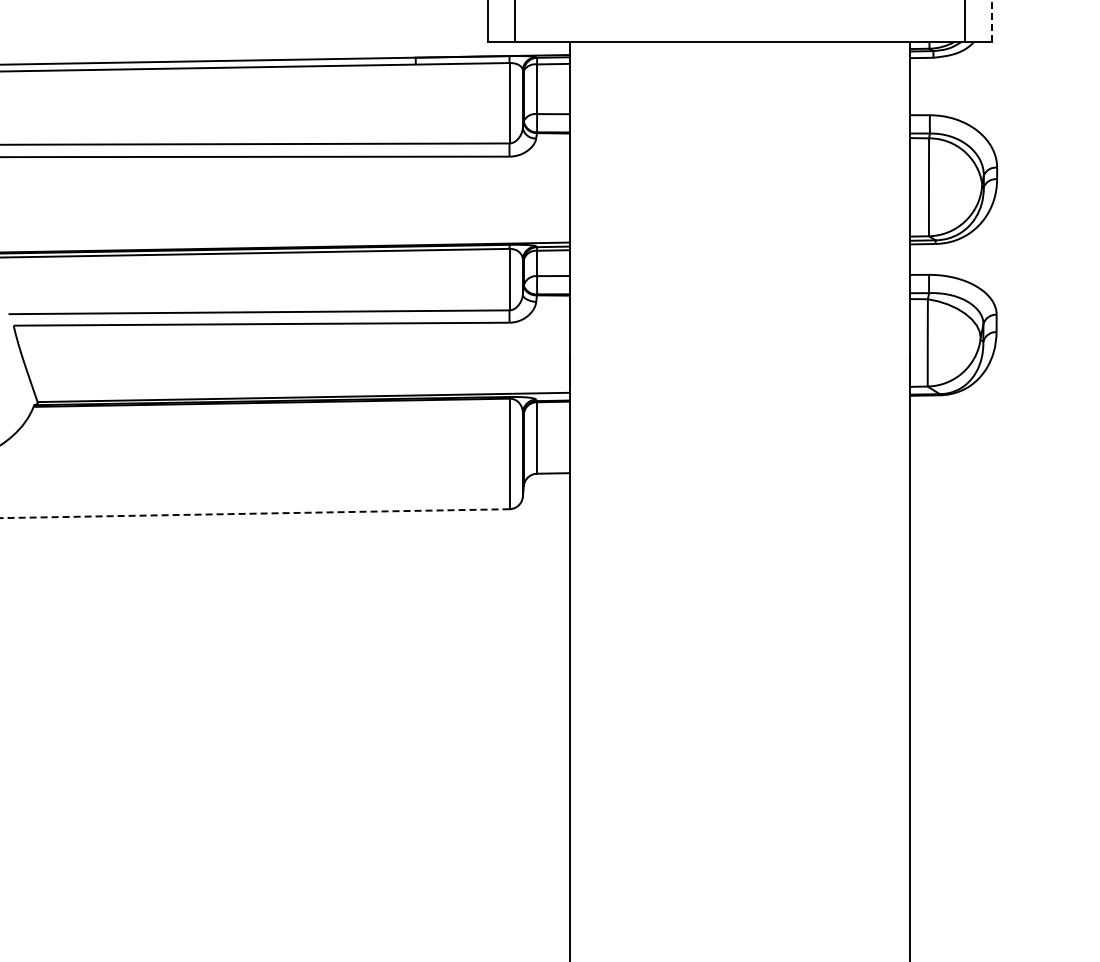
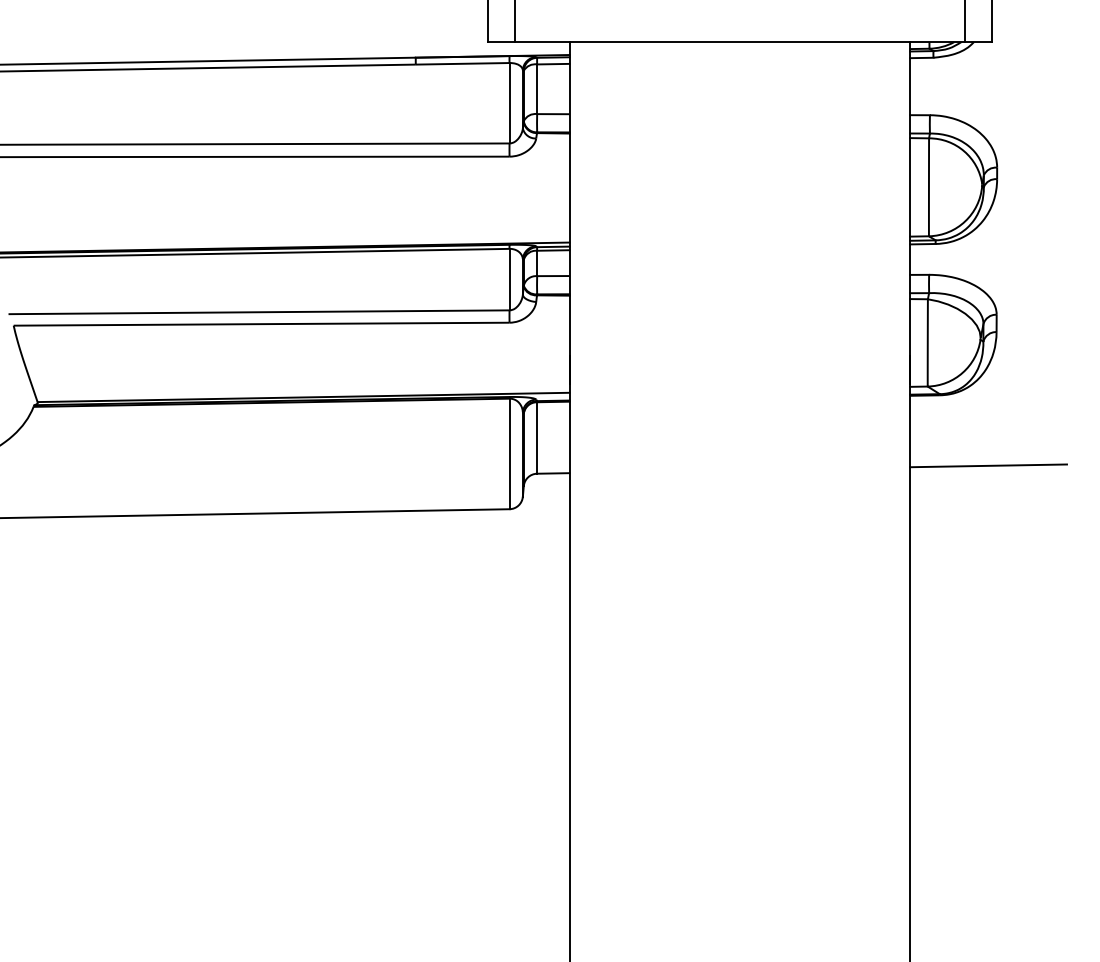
line at (992, 21): dashed -> solid
line at (988, 465): none -> present
line at (254, 513): dashed -> solid
